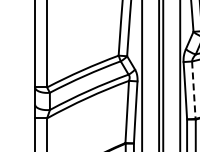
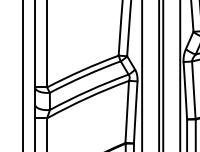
line at (23, 75): none -> present
line at (193, 90): dashed -> solid
